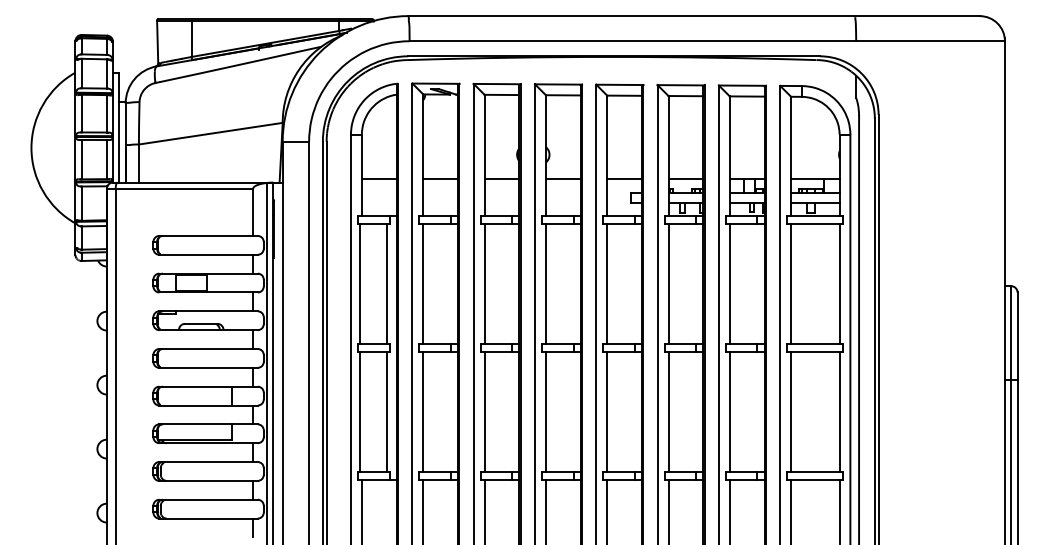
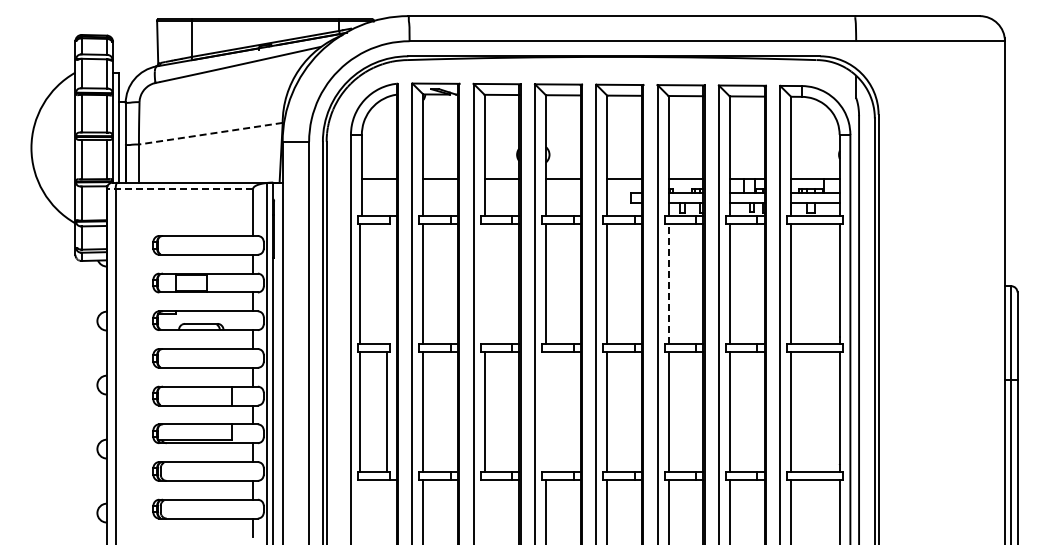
line at (210, 133): solid -> dashed
line at (179, 188): solid -> dashed
line at (668, 283): solid -> dashed
line at (387, 284): present -> none
line at (484, 284): present -> none
line at (545, 411): present -> none
line at (361, 510): present -> none
line at (484, 510): present -> none
